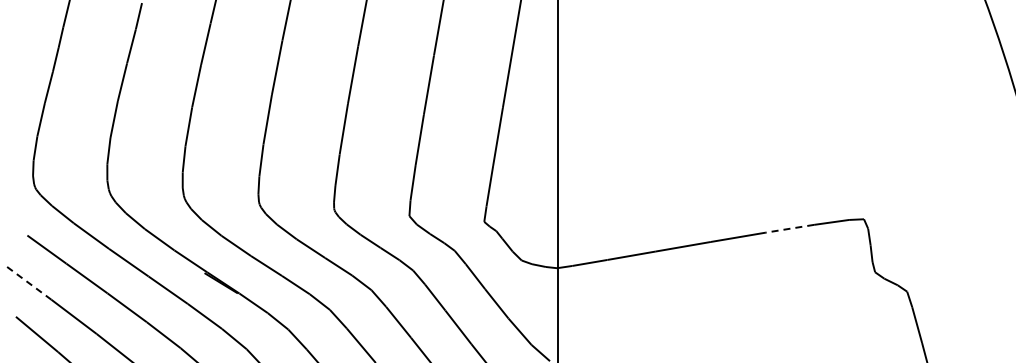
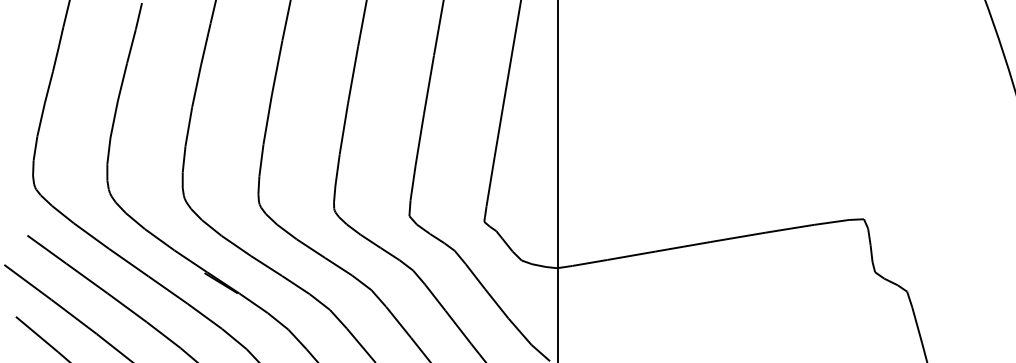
line at (789, 228): dashed -> solid
line at (27, 282): dashed -> solid
